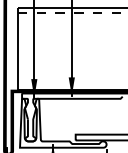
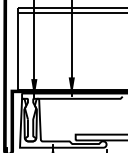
line at (72, 12): dashed -> solid
